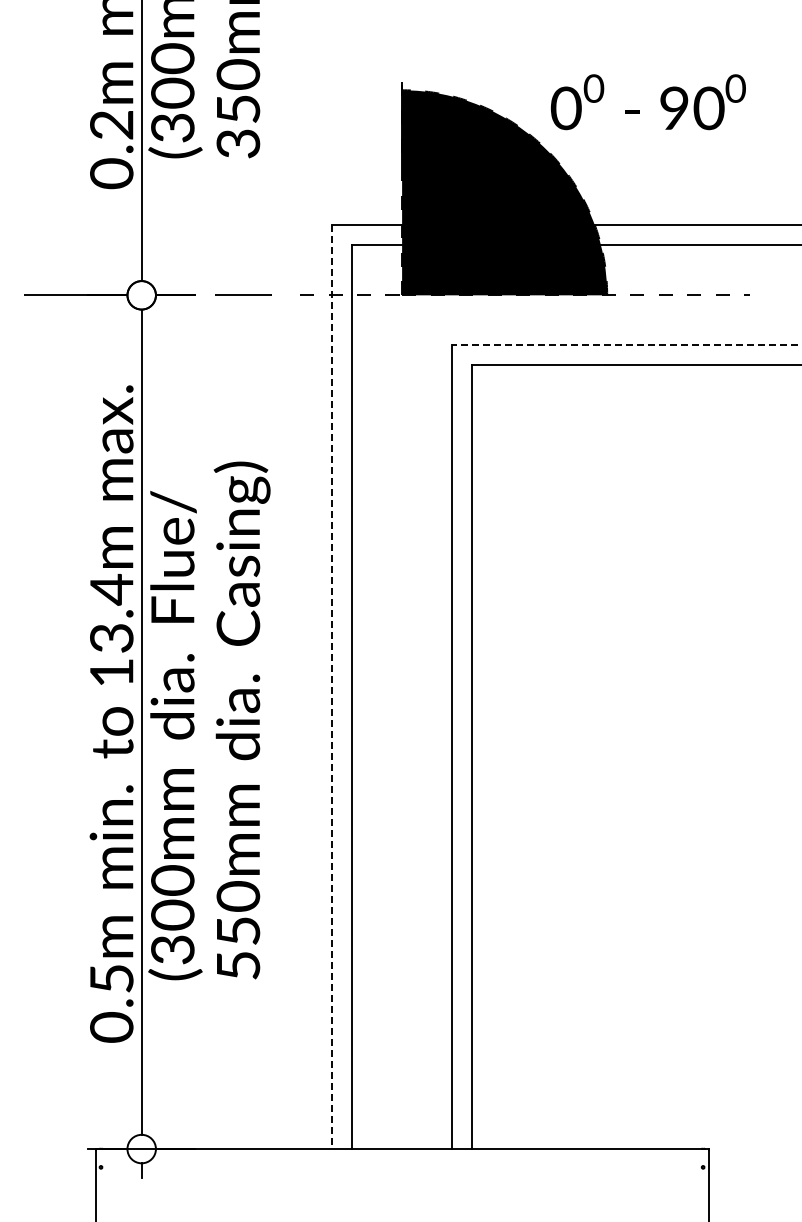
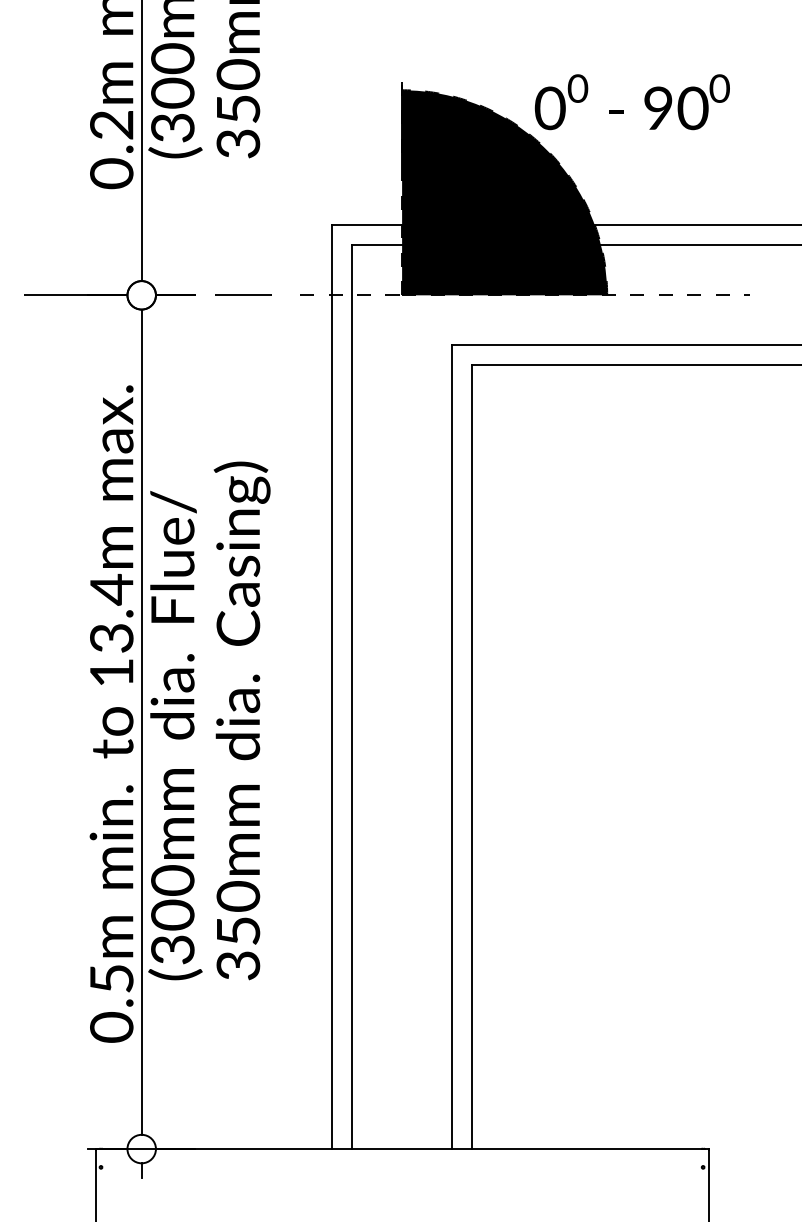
text at (647, 102) position: (647, 102) -> (631, 102)
line at (627, 345): dashed -> solid
line at (332, 687): dashed -> solid
text at (238, 965): 550mm -> 350mm
